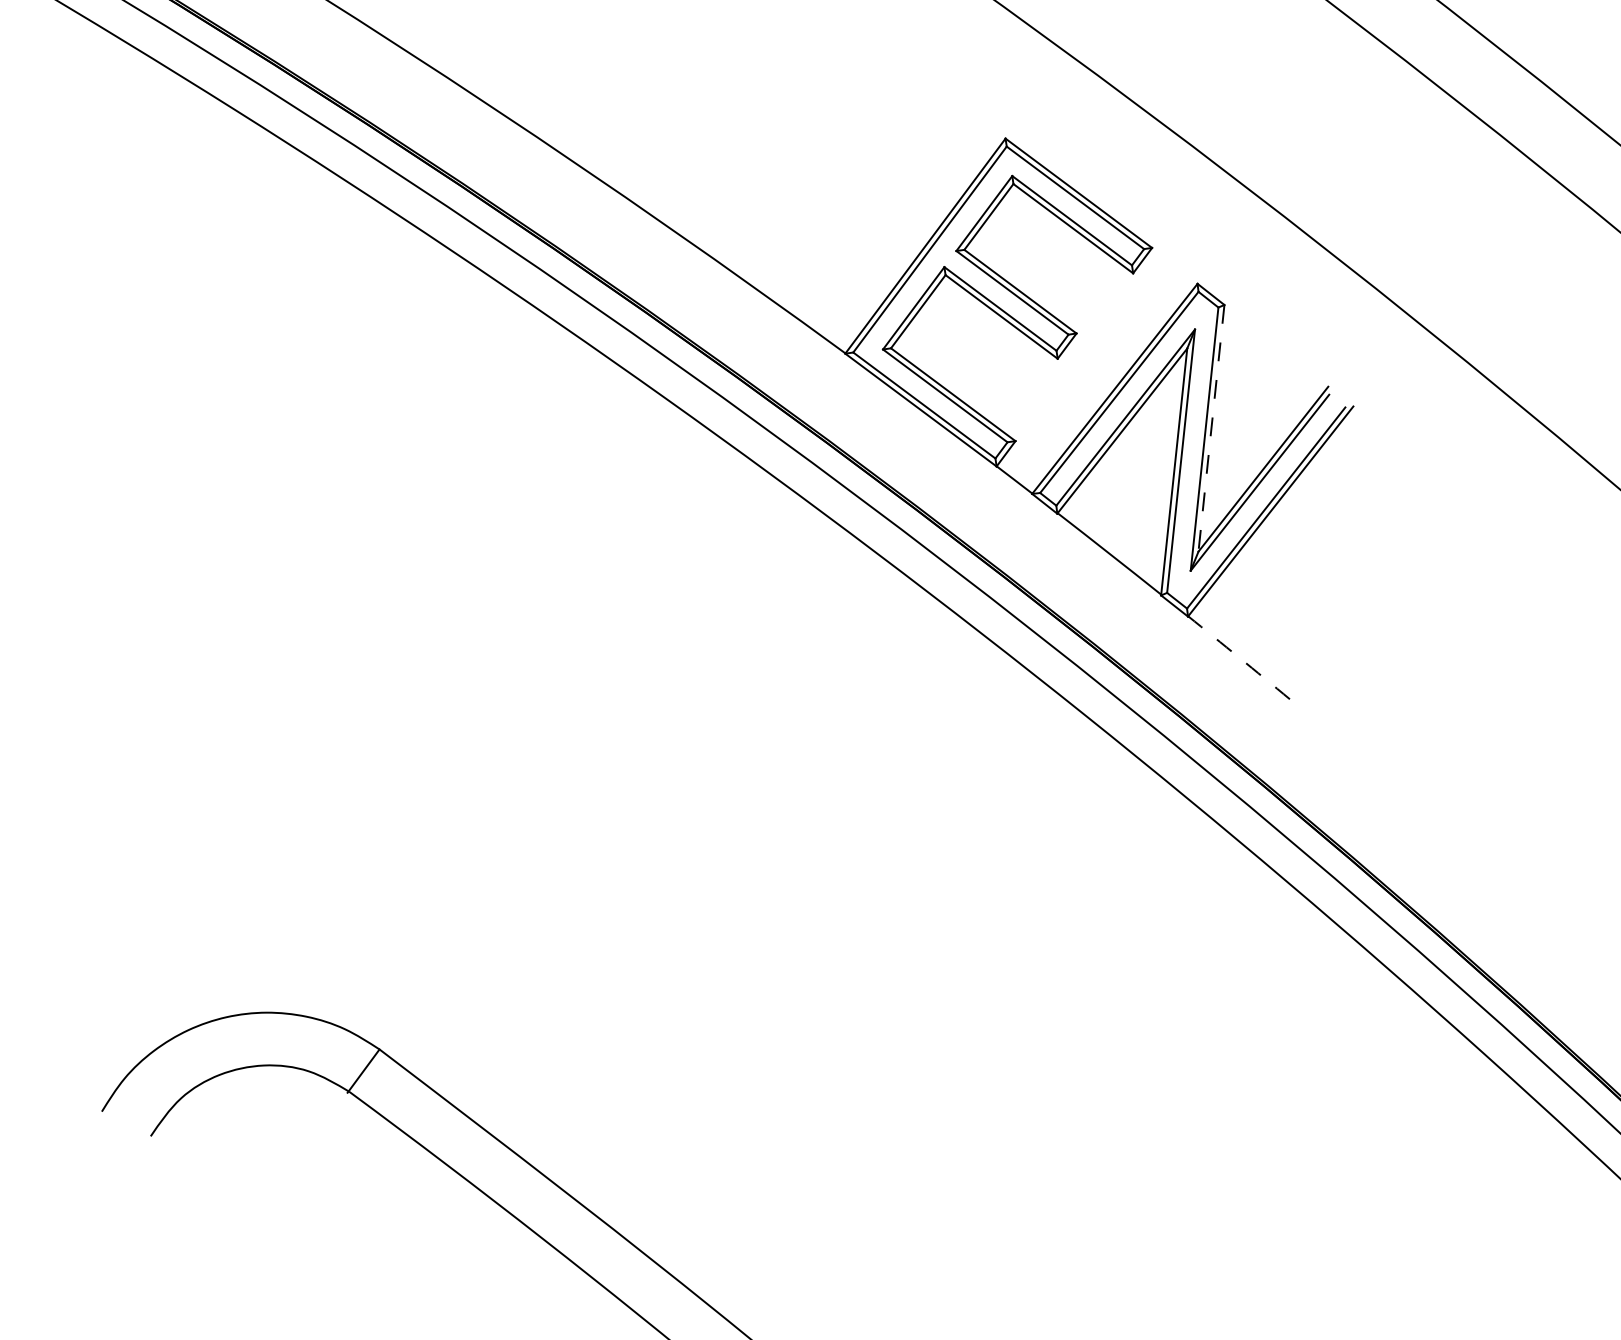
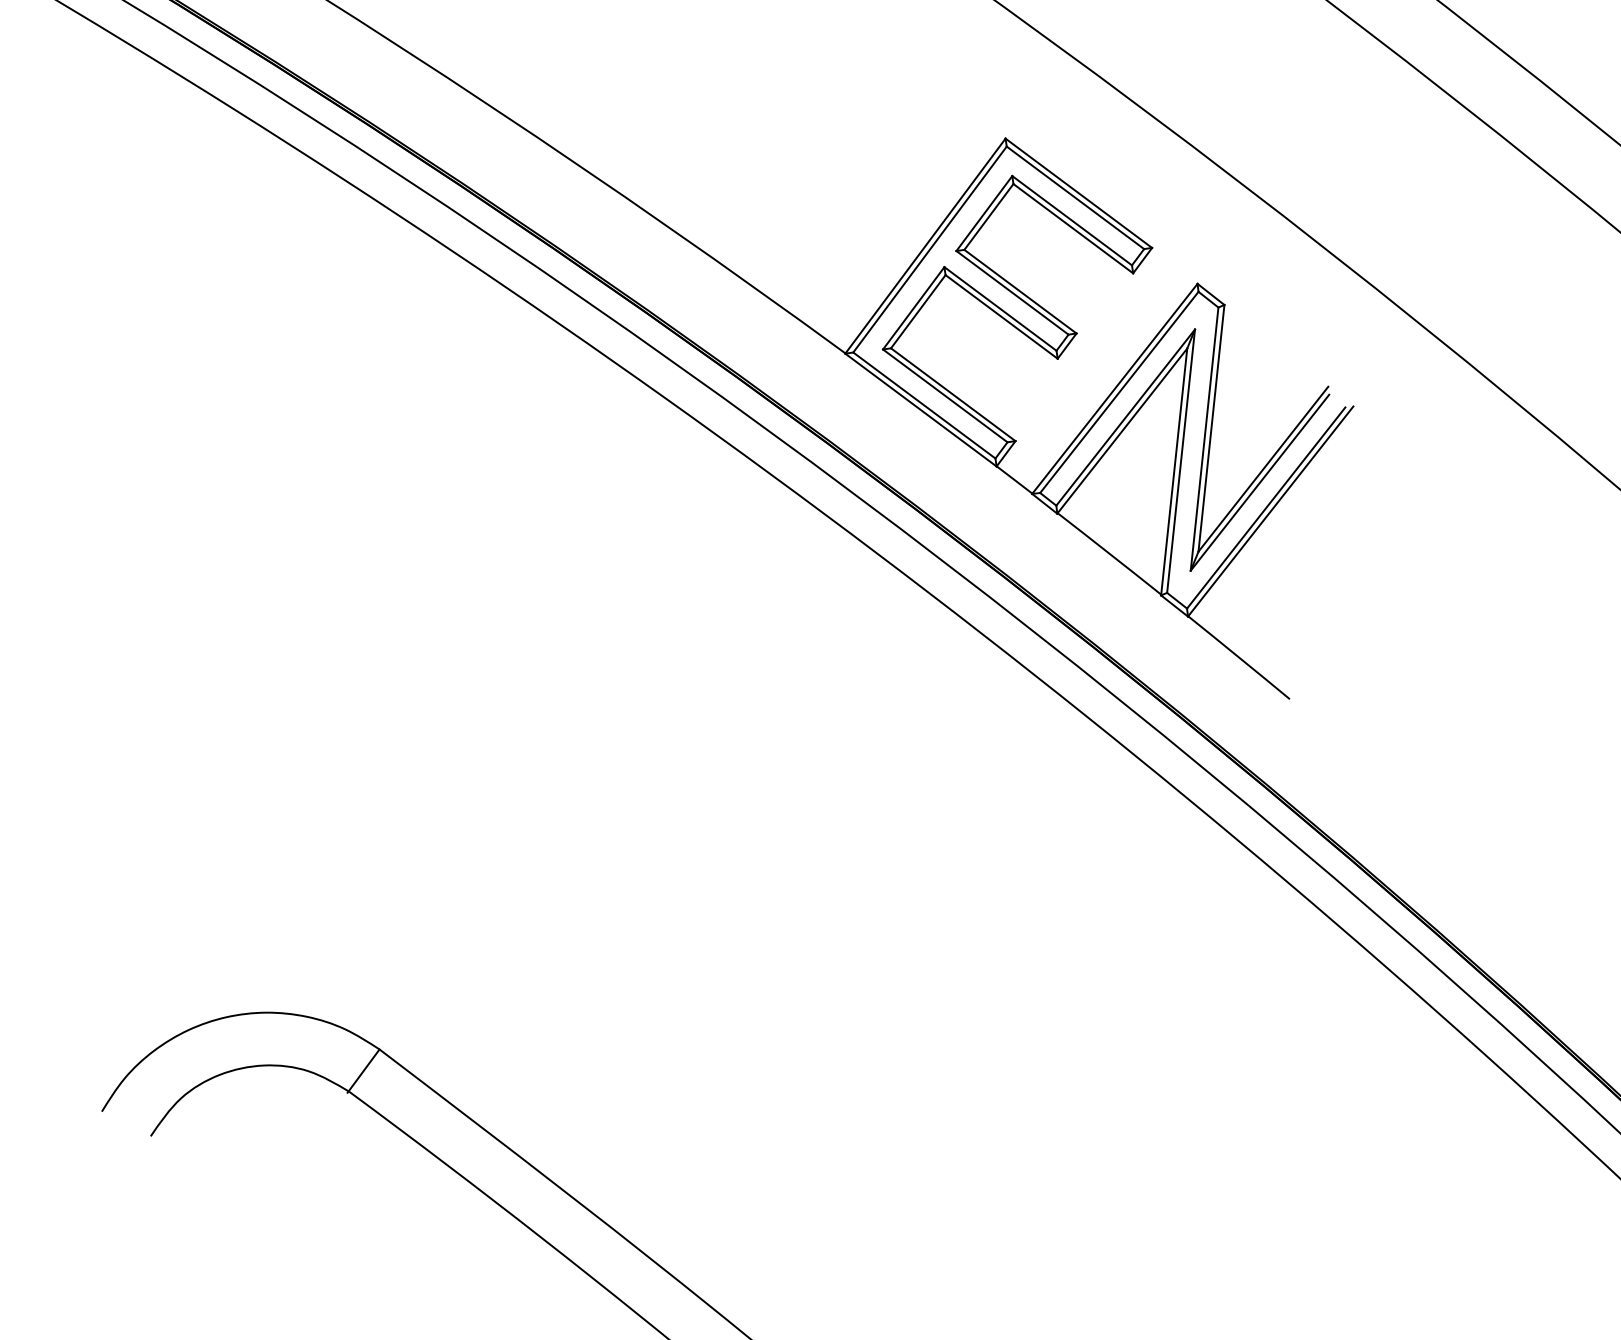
line at (1211, 428): dashed -> solid
arc at (1239, 657): dashed -> solid
